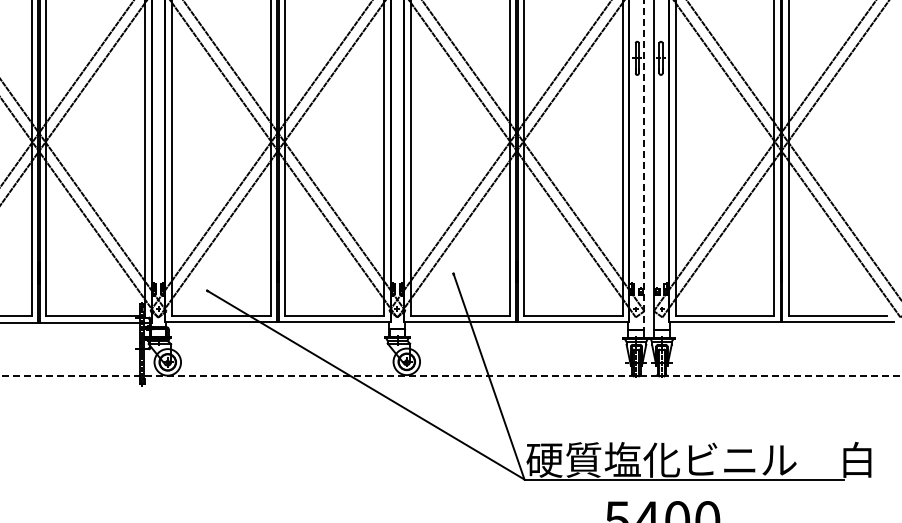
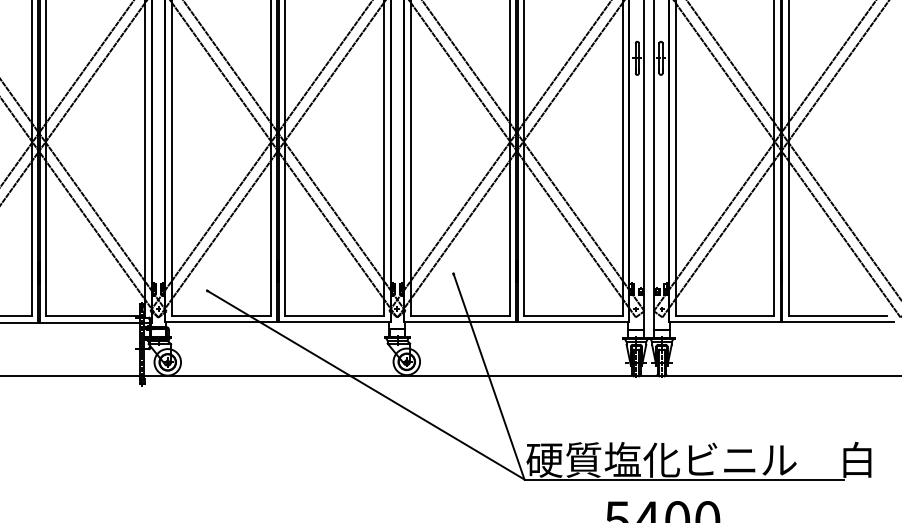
line at (644, 165): dashed -> solid
line at (450, 375): dashed -> solid
